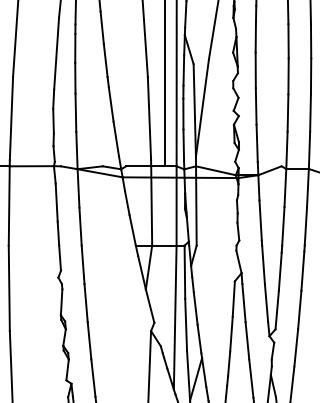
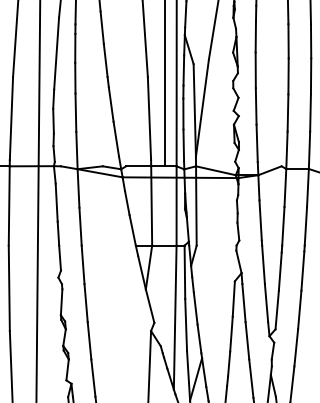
line at (38, 200): none -> present
